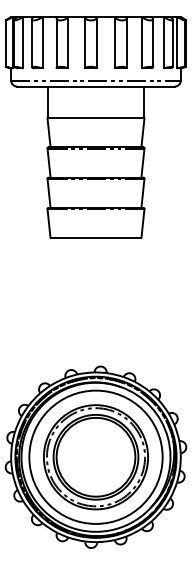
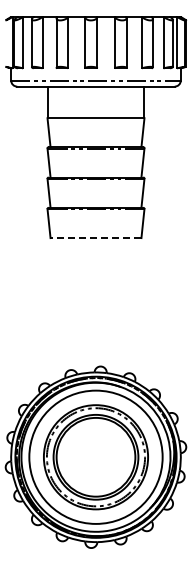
line at (5, 43): present -> none
line at (95, 238): solid -> dashed
